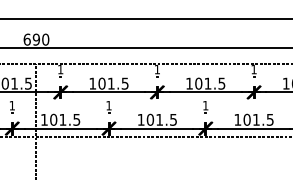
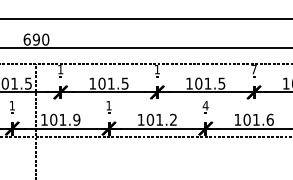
text at (253, 69): 1 -> 7
text at (205, 105): 1 -> 4
text at (76, 119): 101.5 -> 101.9
text at (173, 119): 101.5 -> 101.2
text at (269, 119): 101.5 -> 101.6
